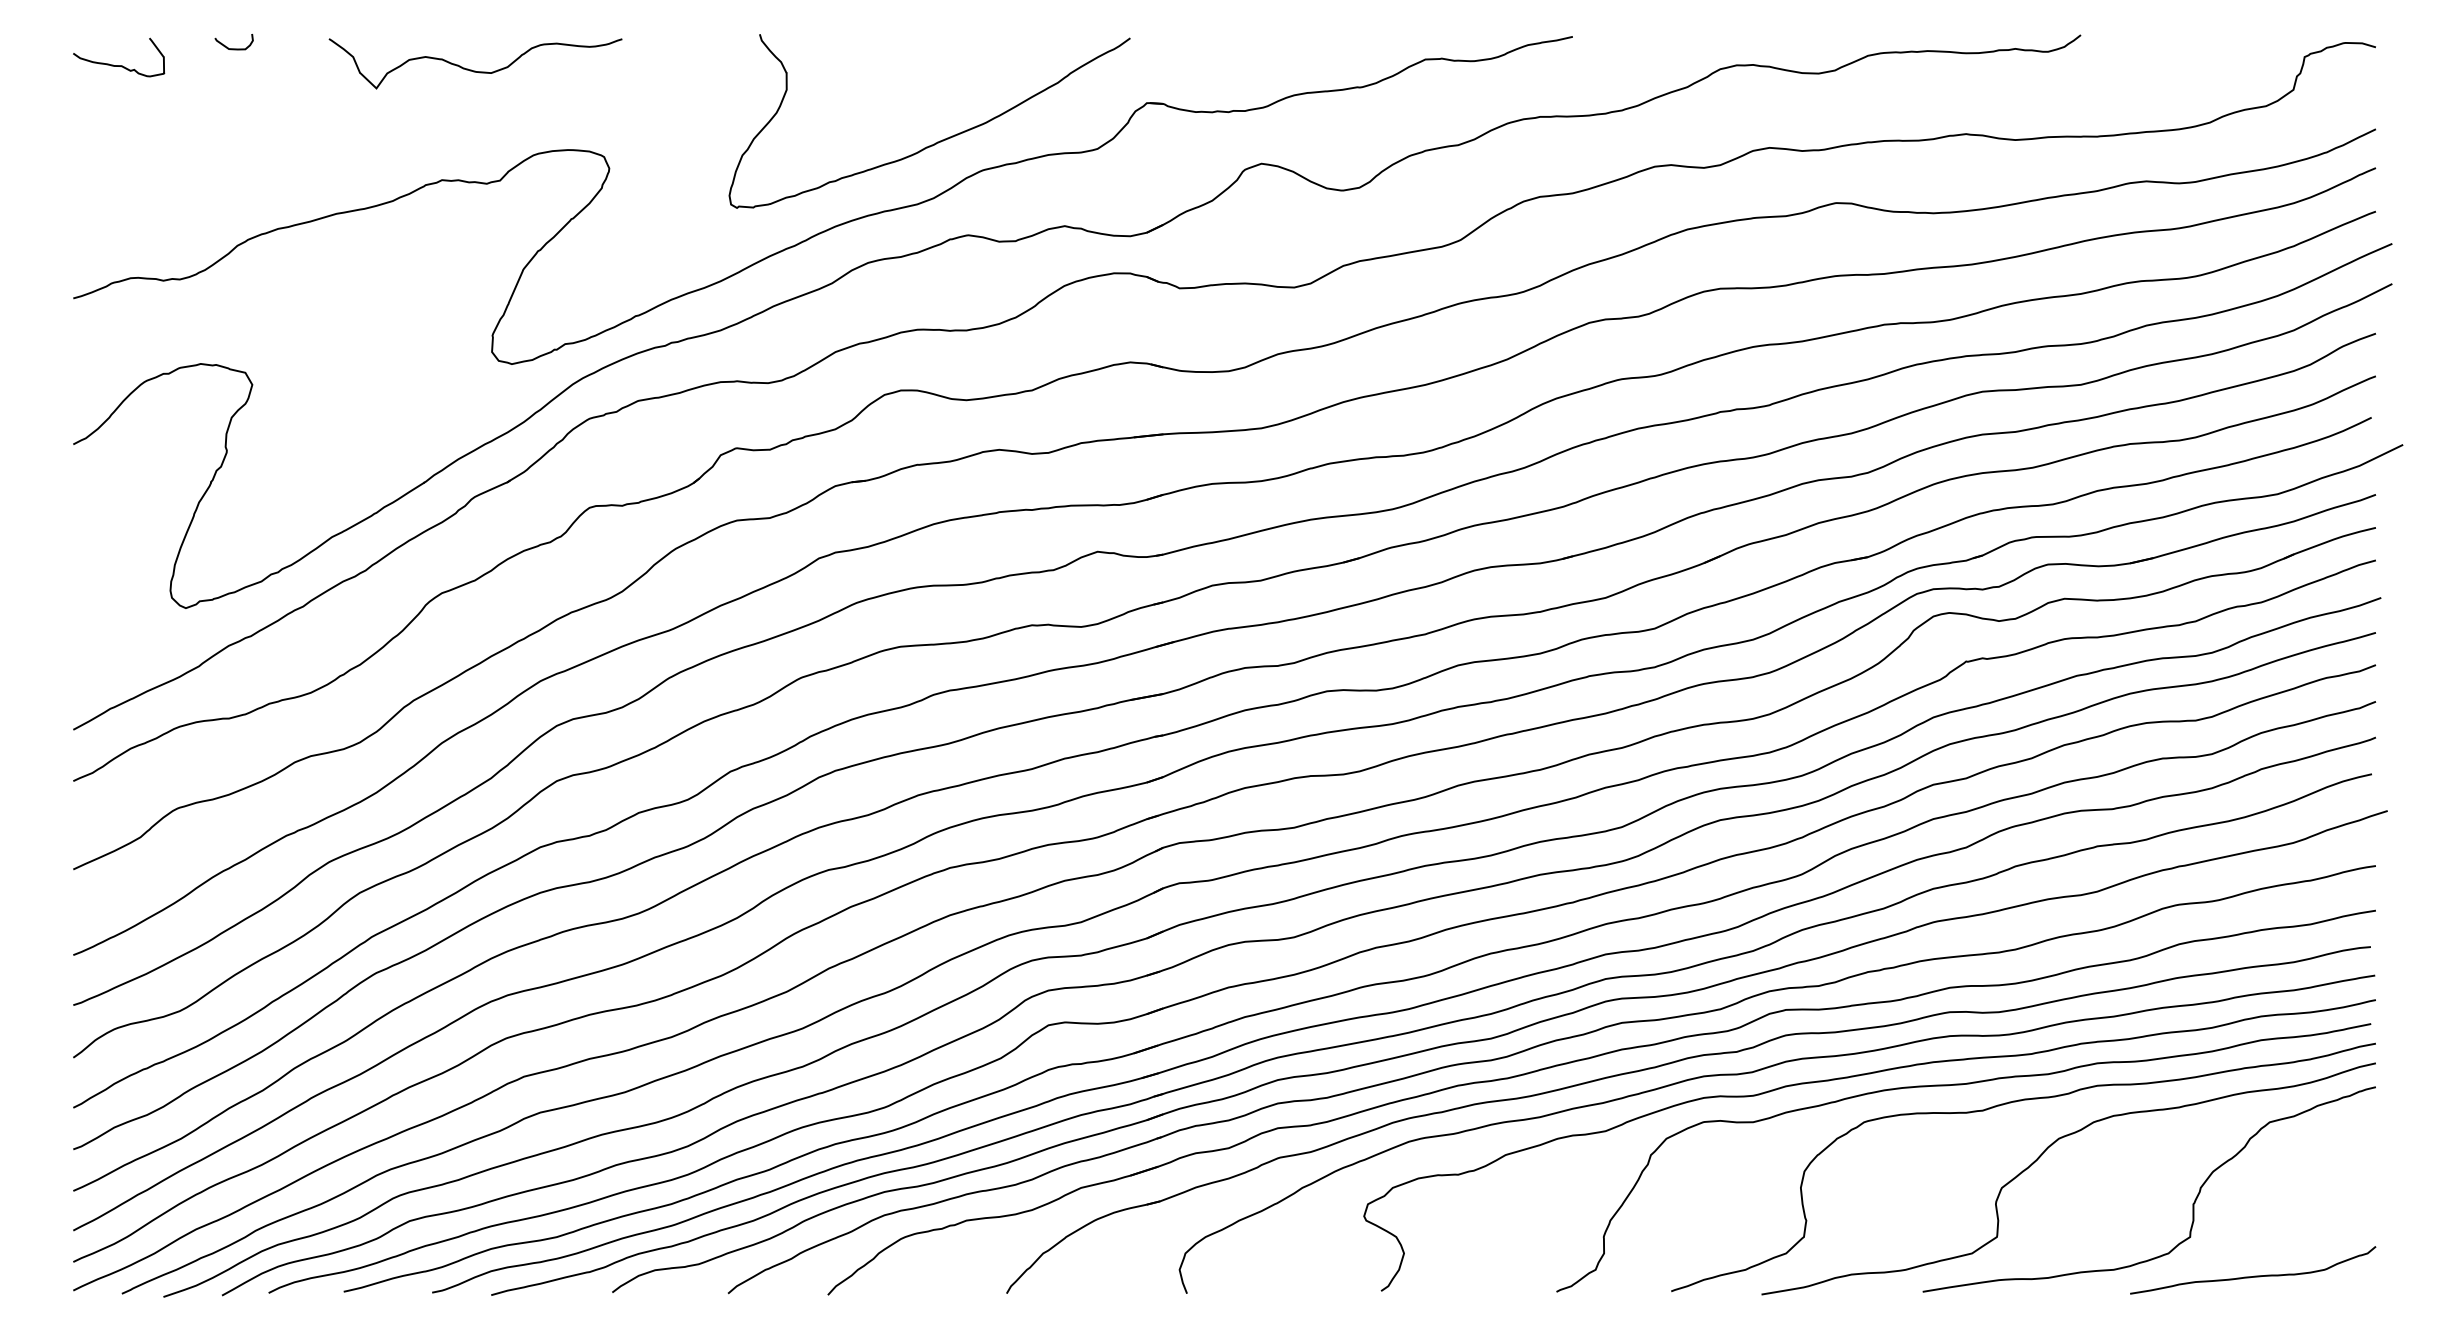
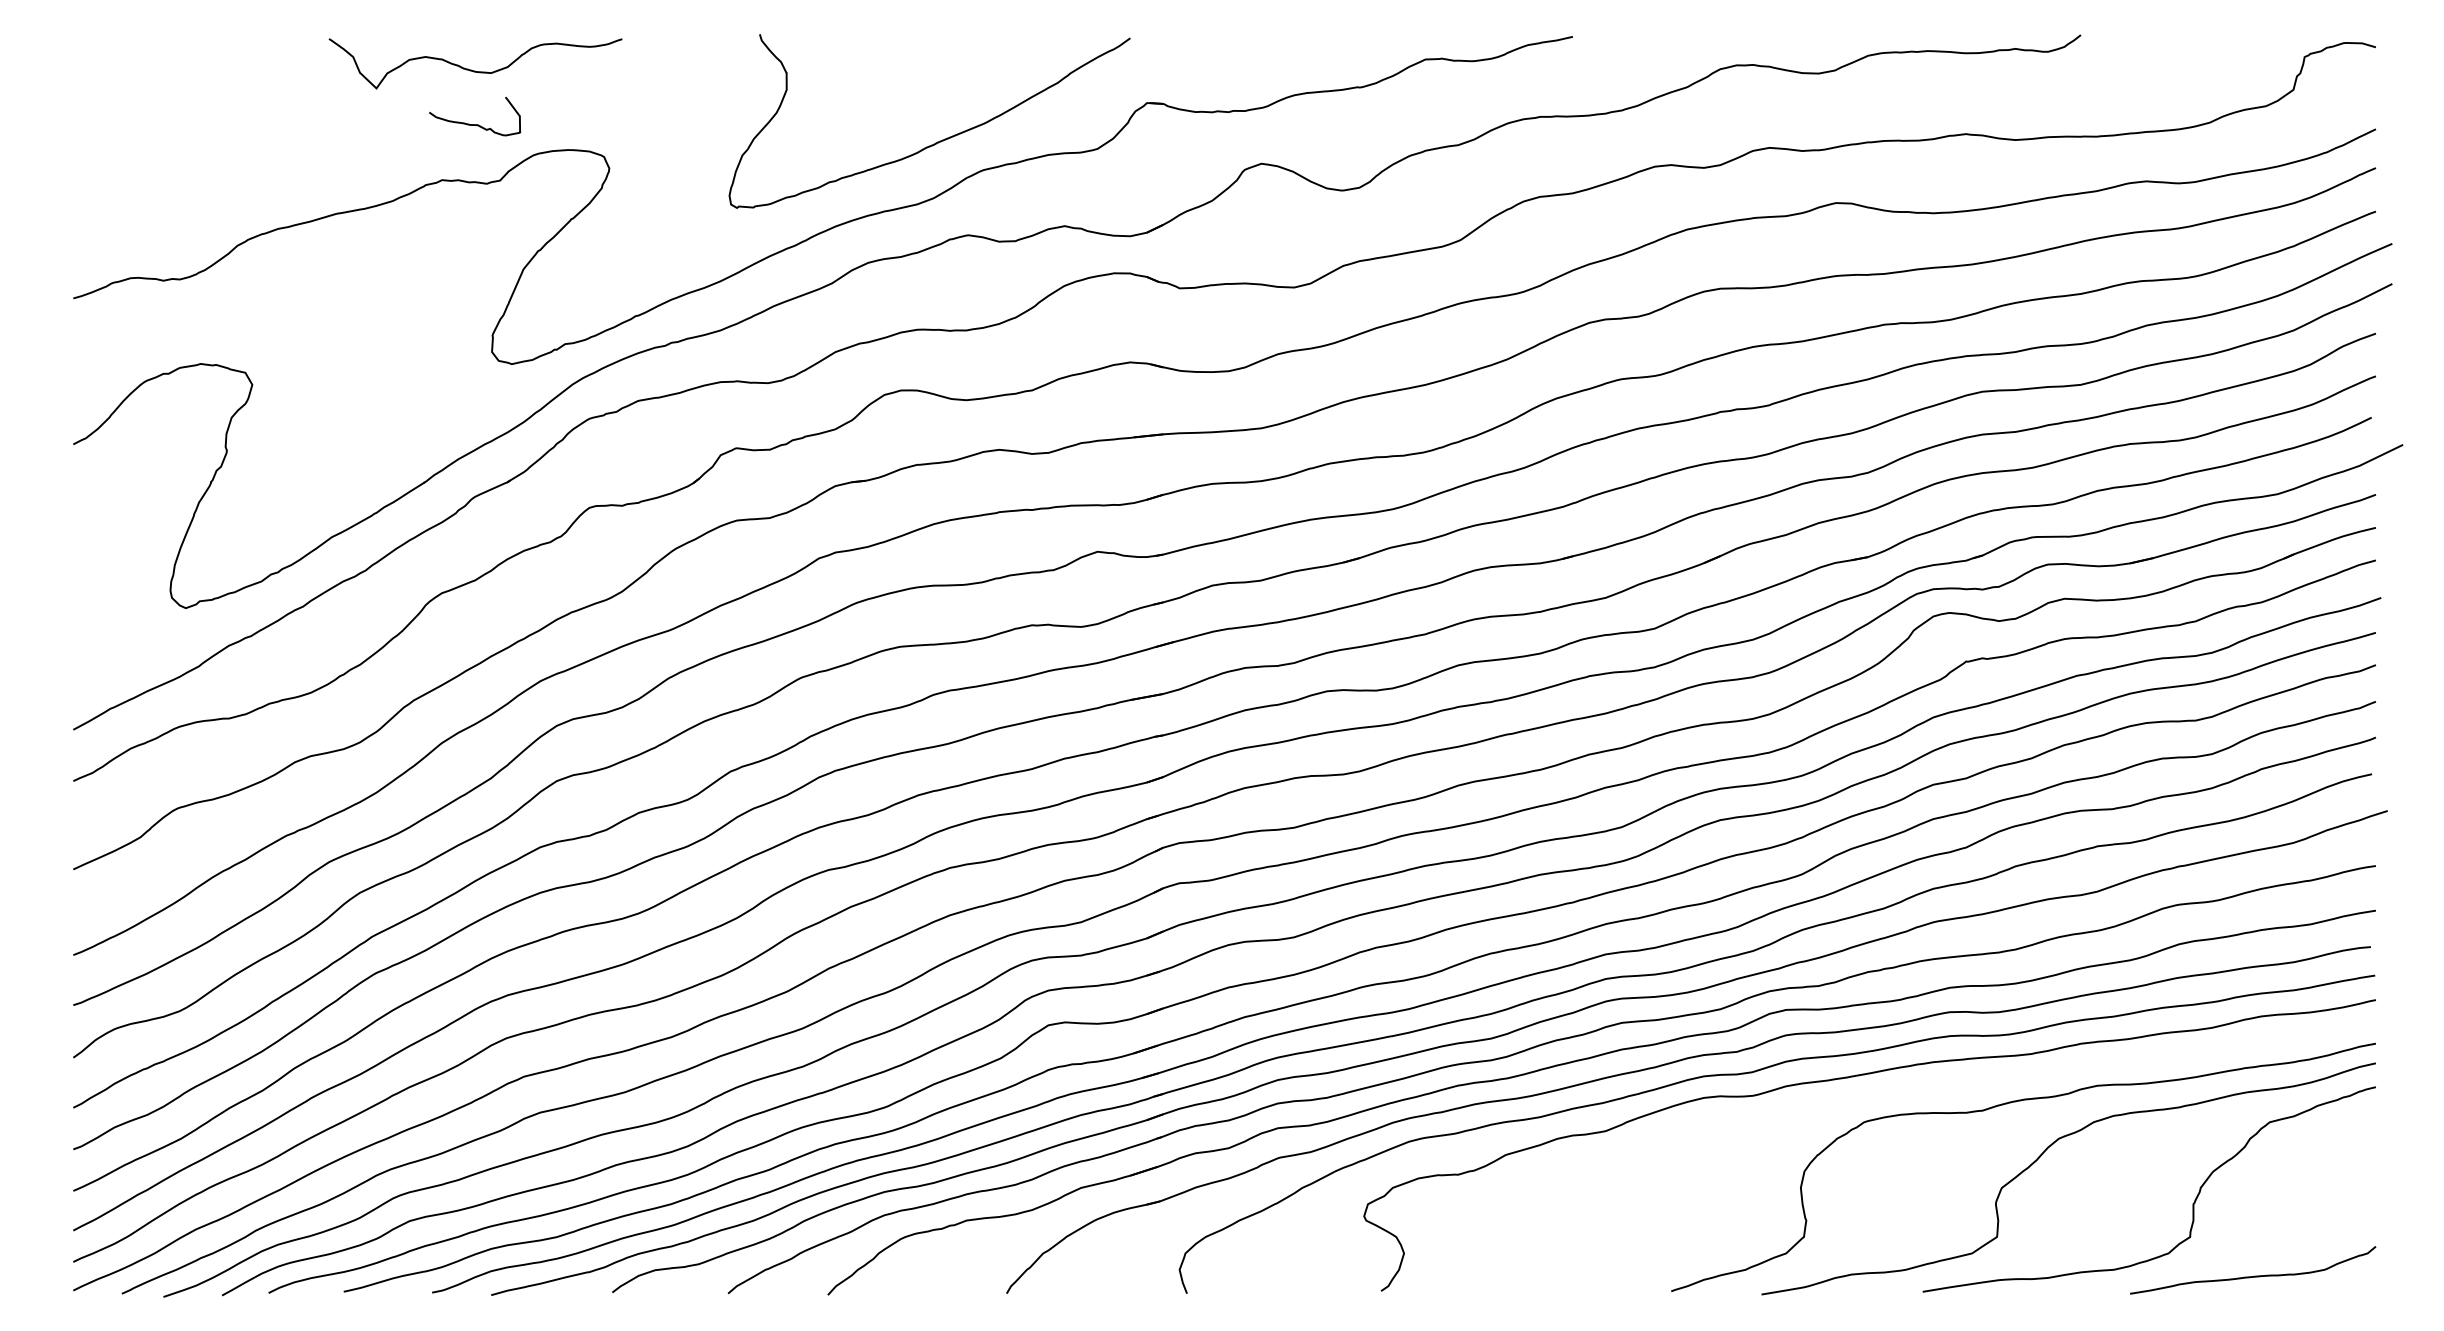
curve at (233, 48): present -> none
curve at (119, 65) position: (119, 65) -> (475, 124)
curve at (1962, 1085): present -> none
